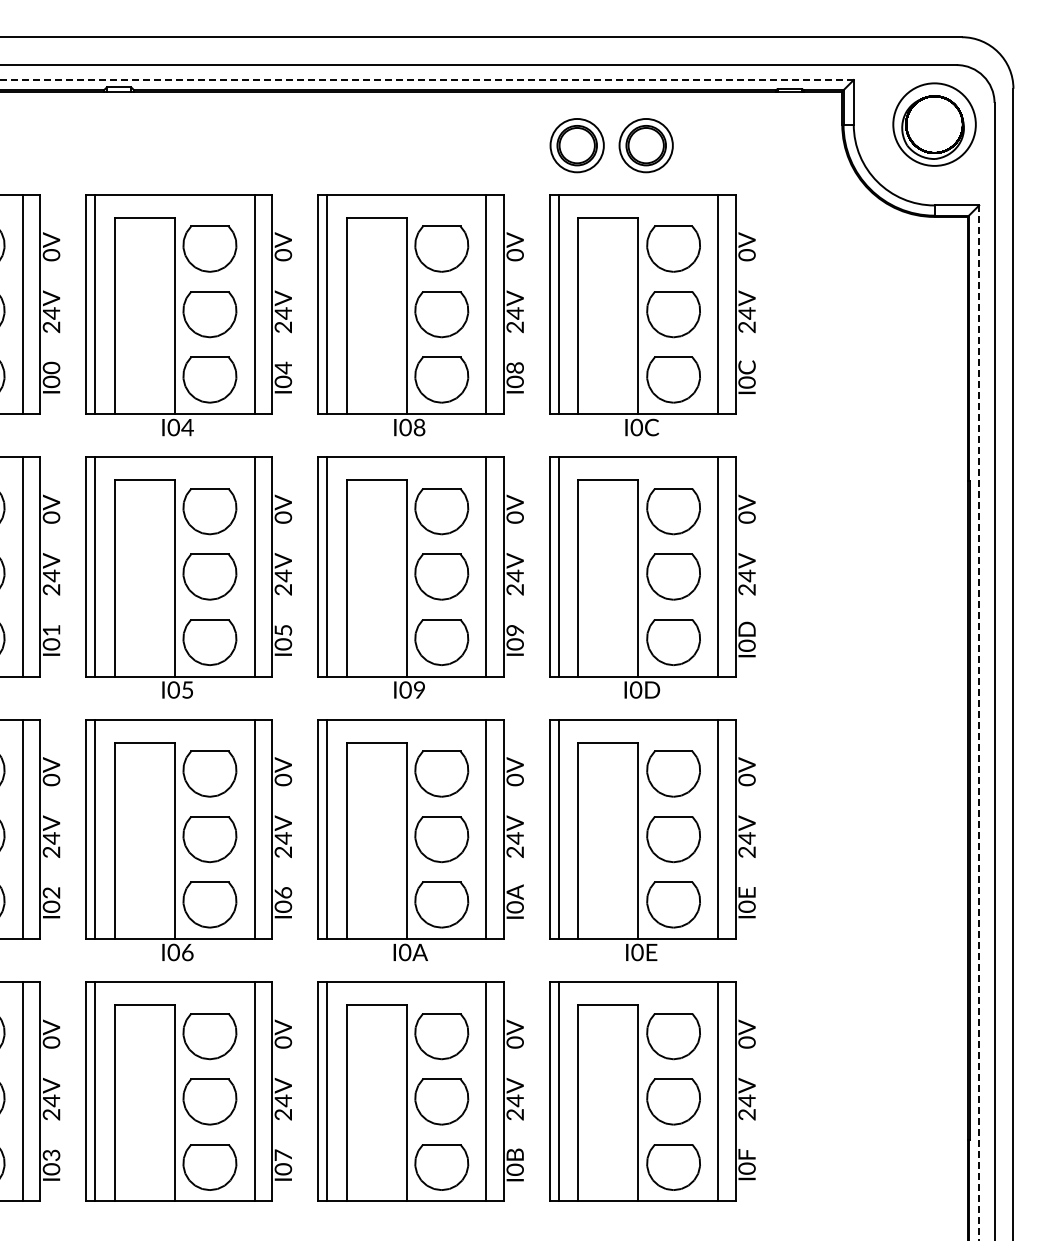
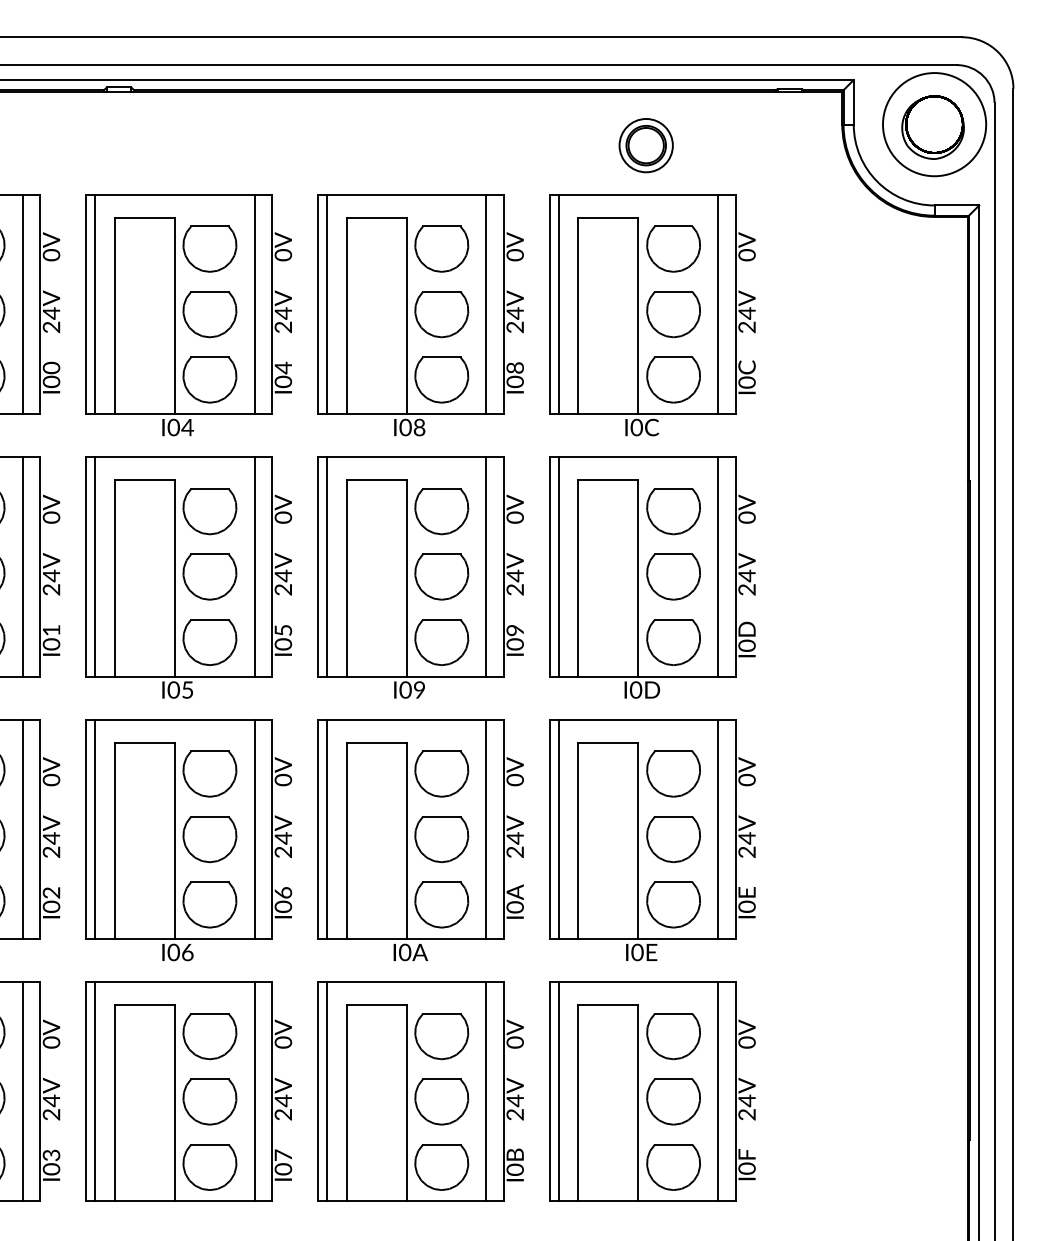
line at (427, 80): dashed -> solid
circle at (934, 124) diameter: 83 px -> 103 px
part at (576, 145): present -> none
line at (979, 723): dashed -> solid
